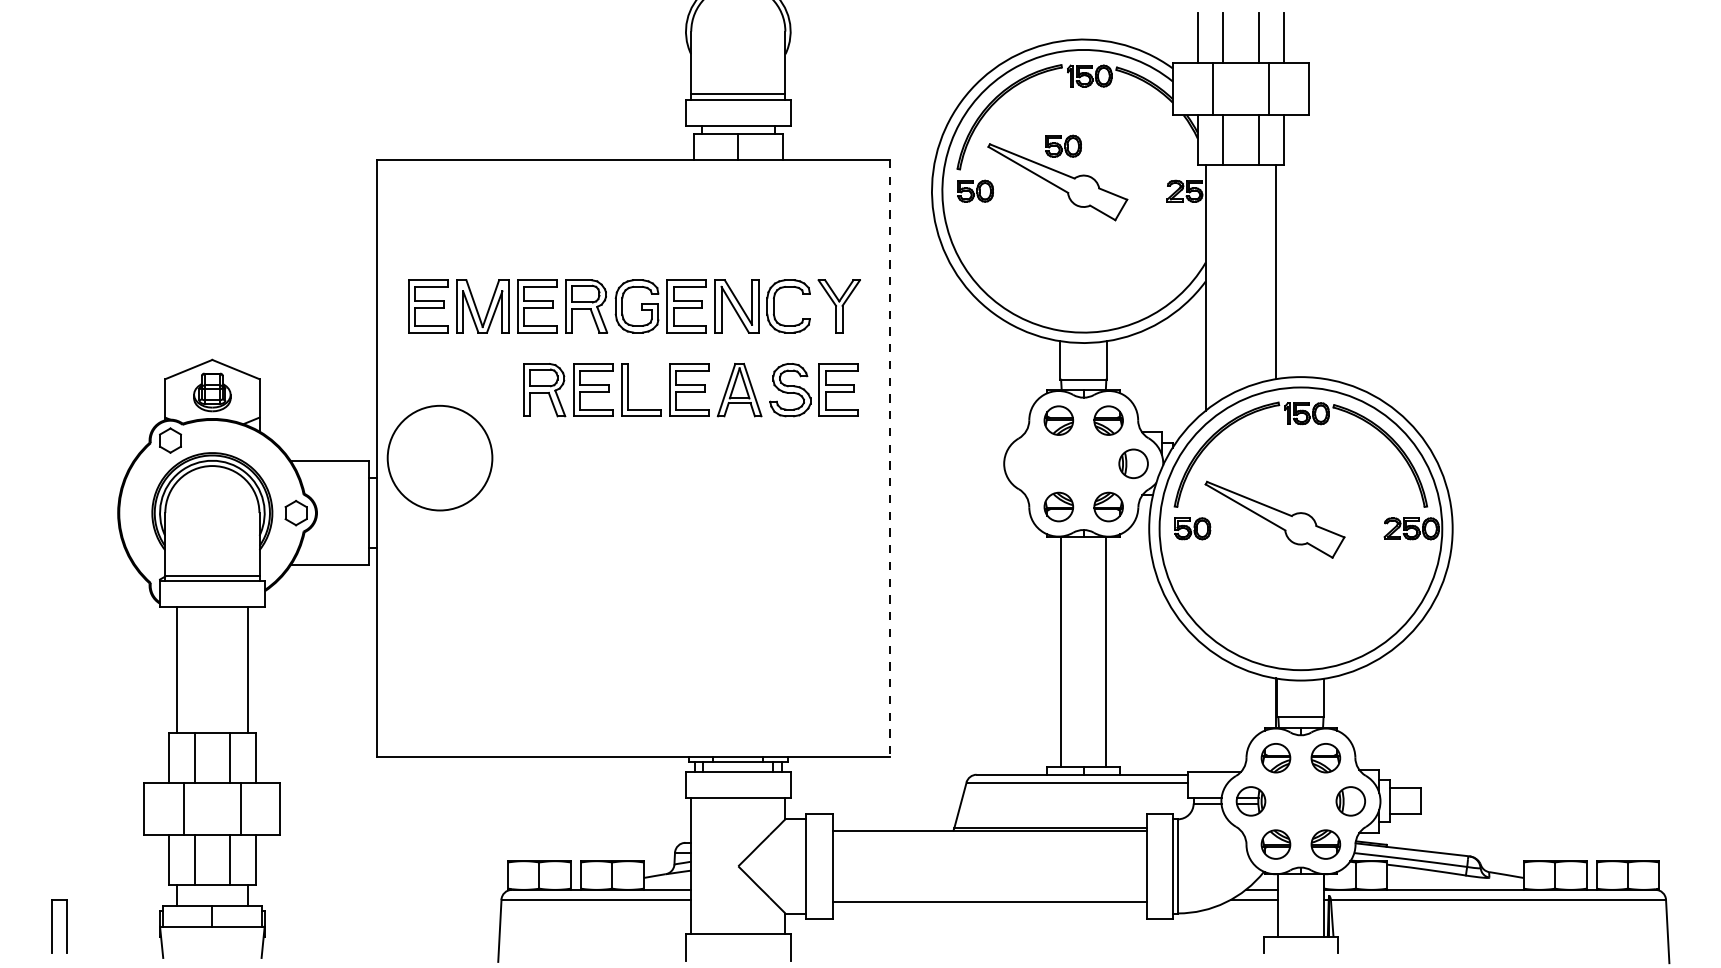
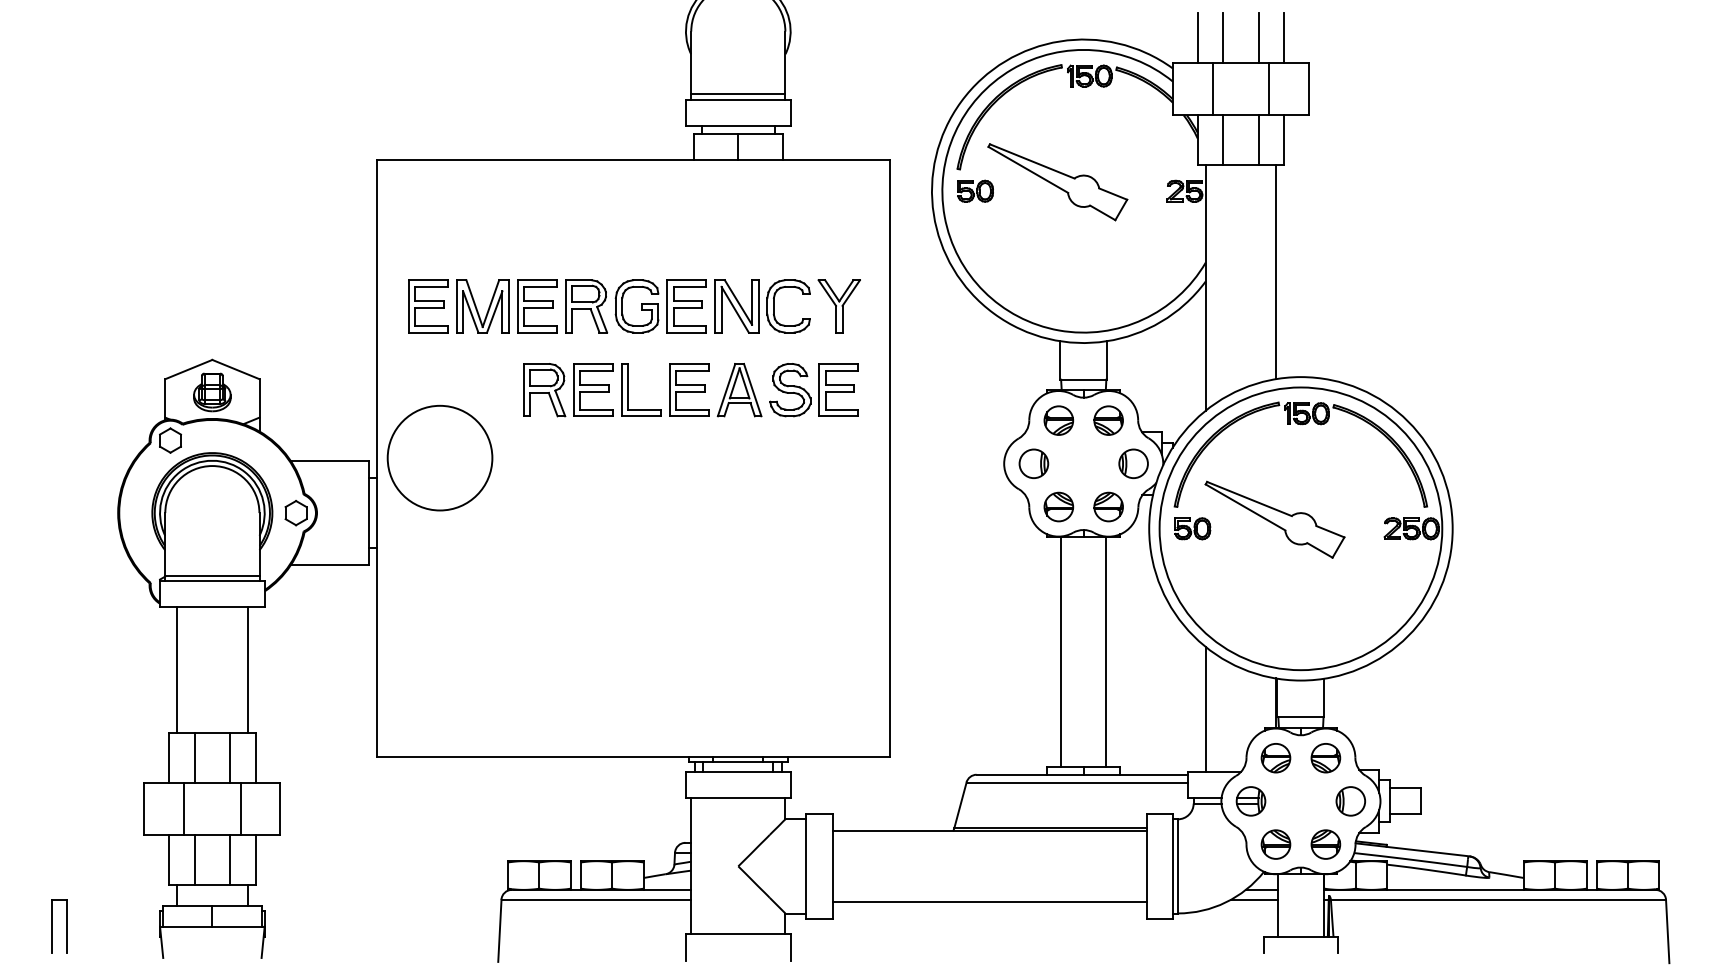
part at (1063, 145): present -> none
line at (890, 458): dashed -> solid
part at (1033, 463): none -> present
line at (1205, 709): none -> present
